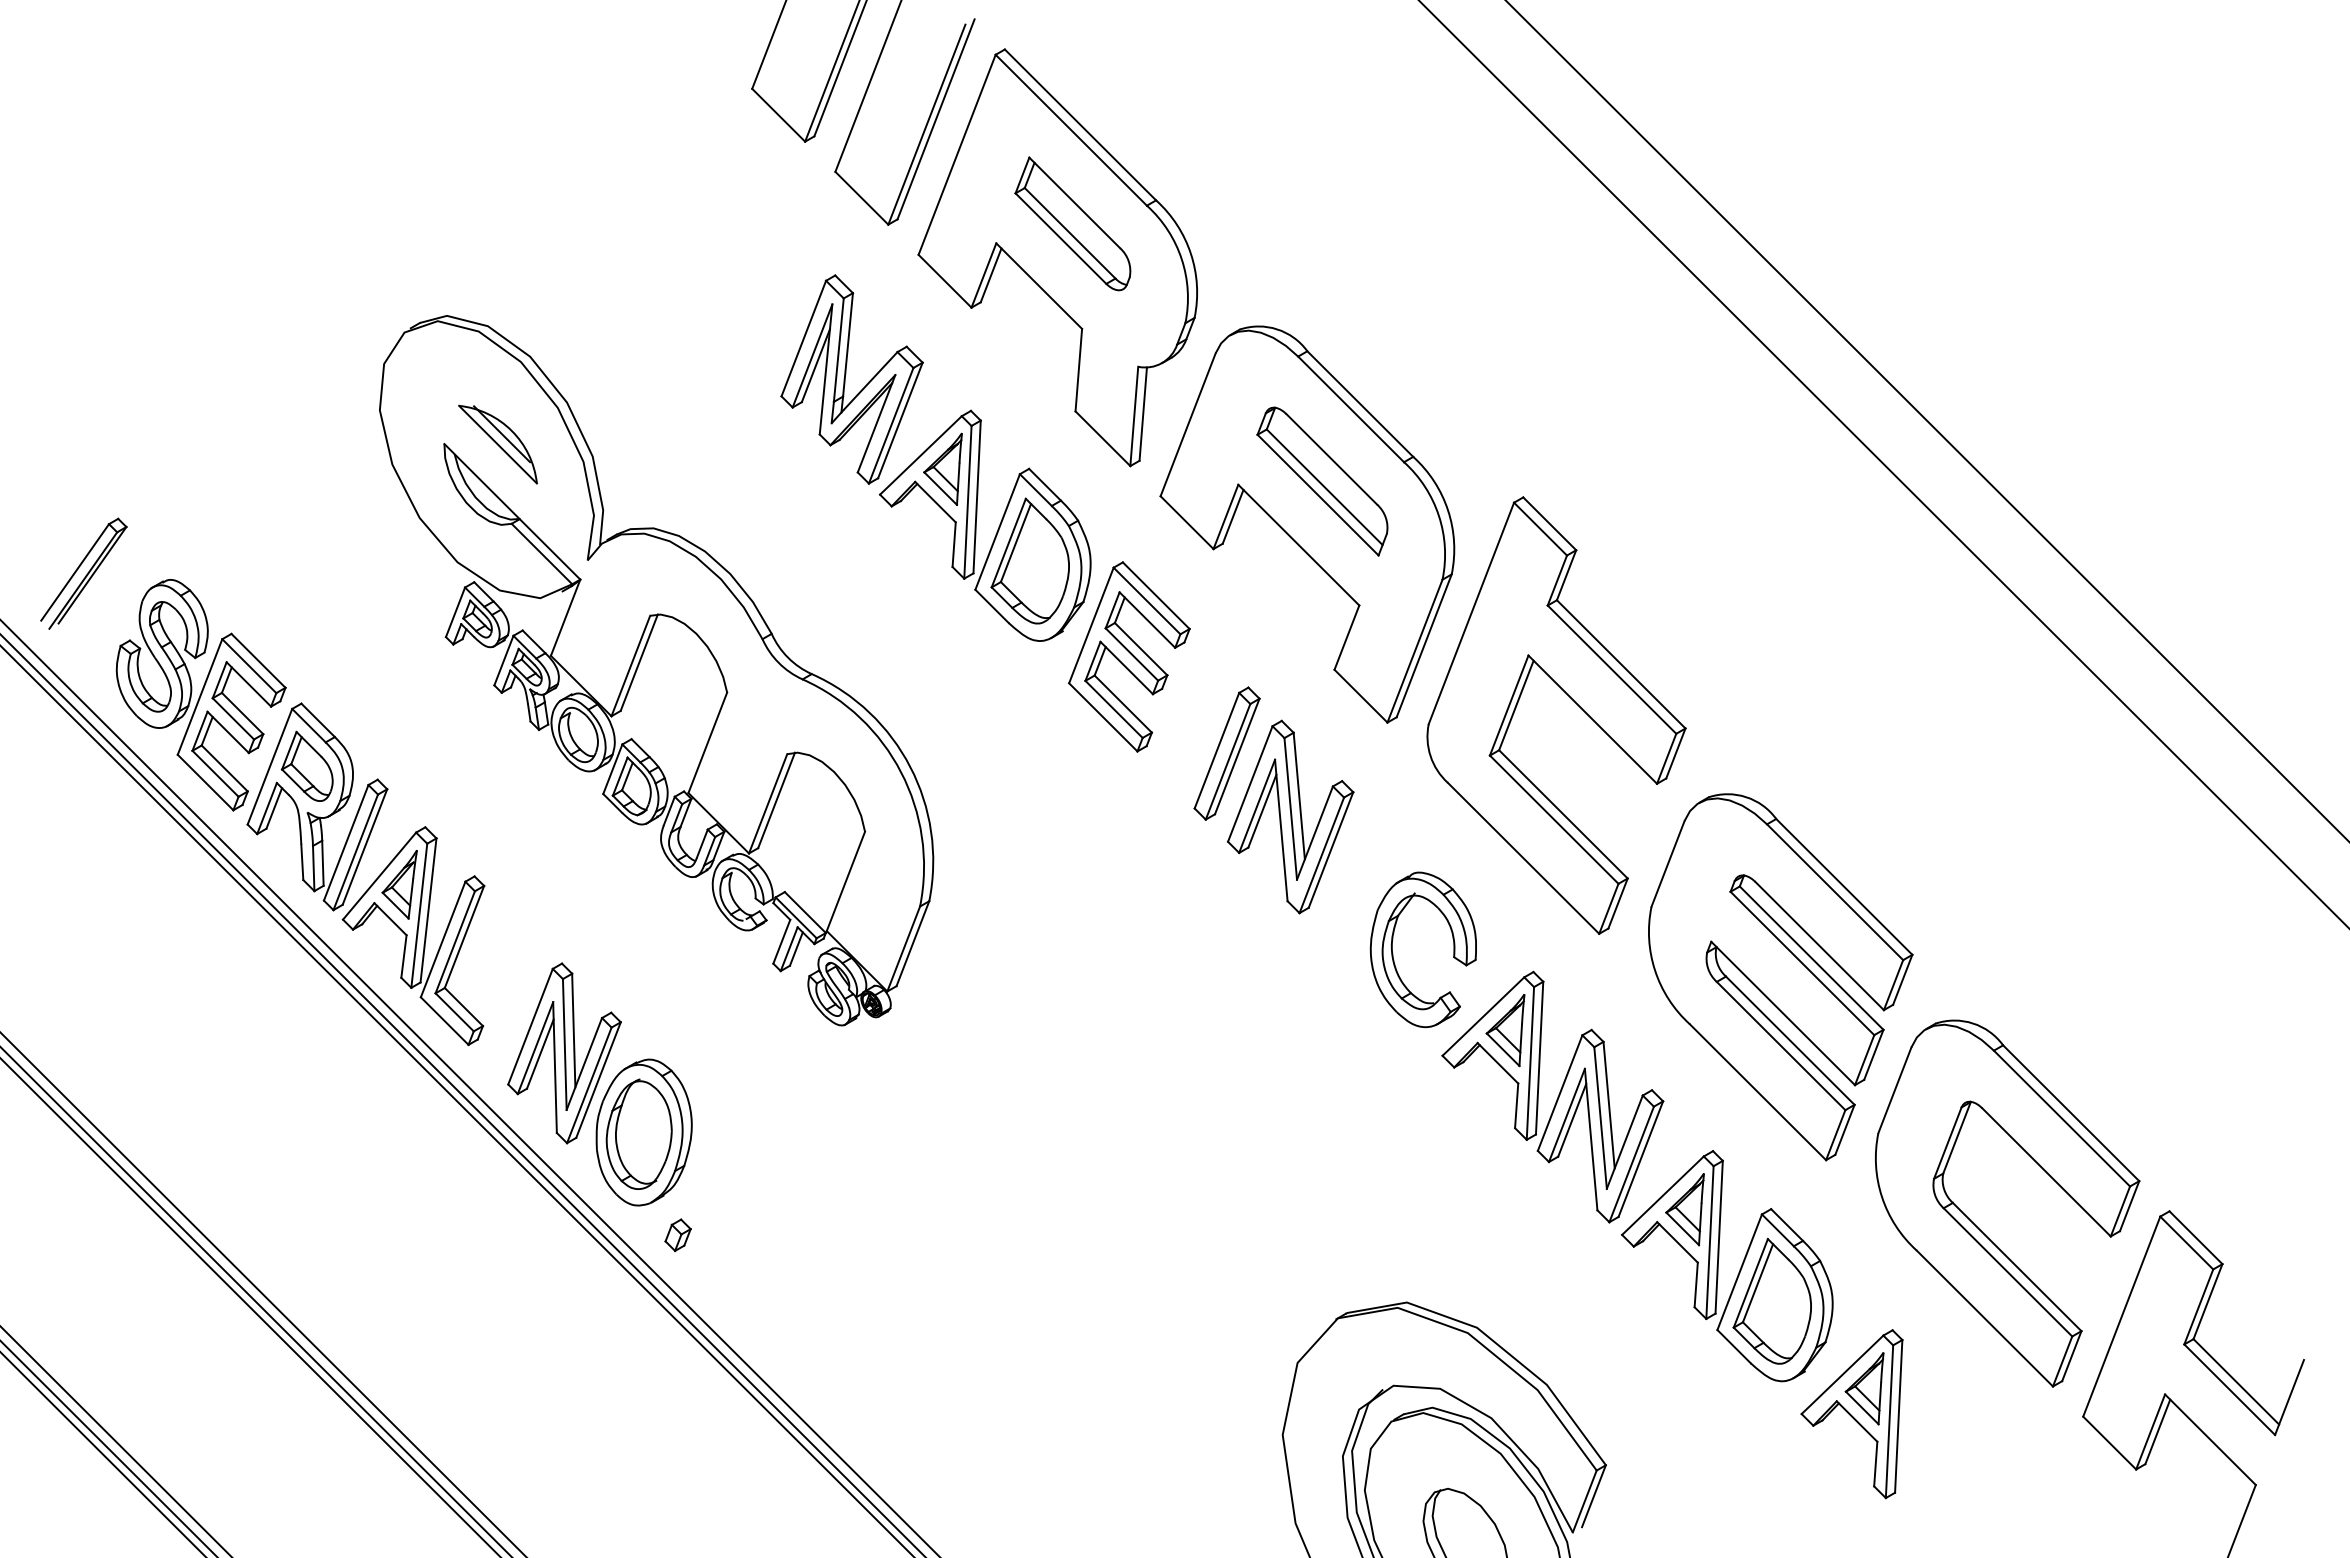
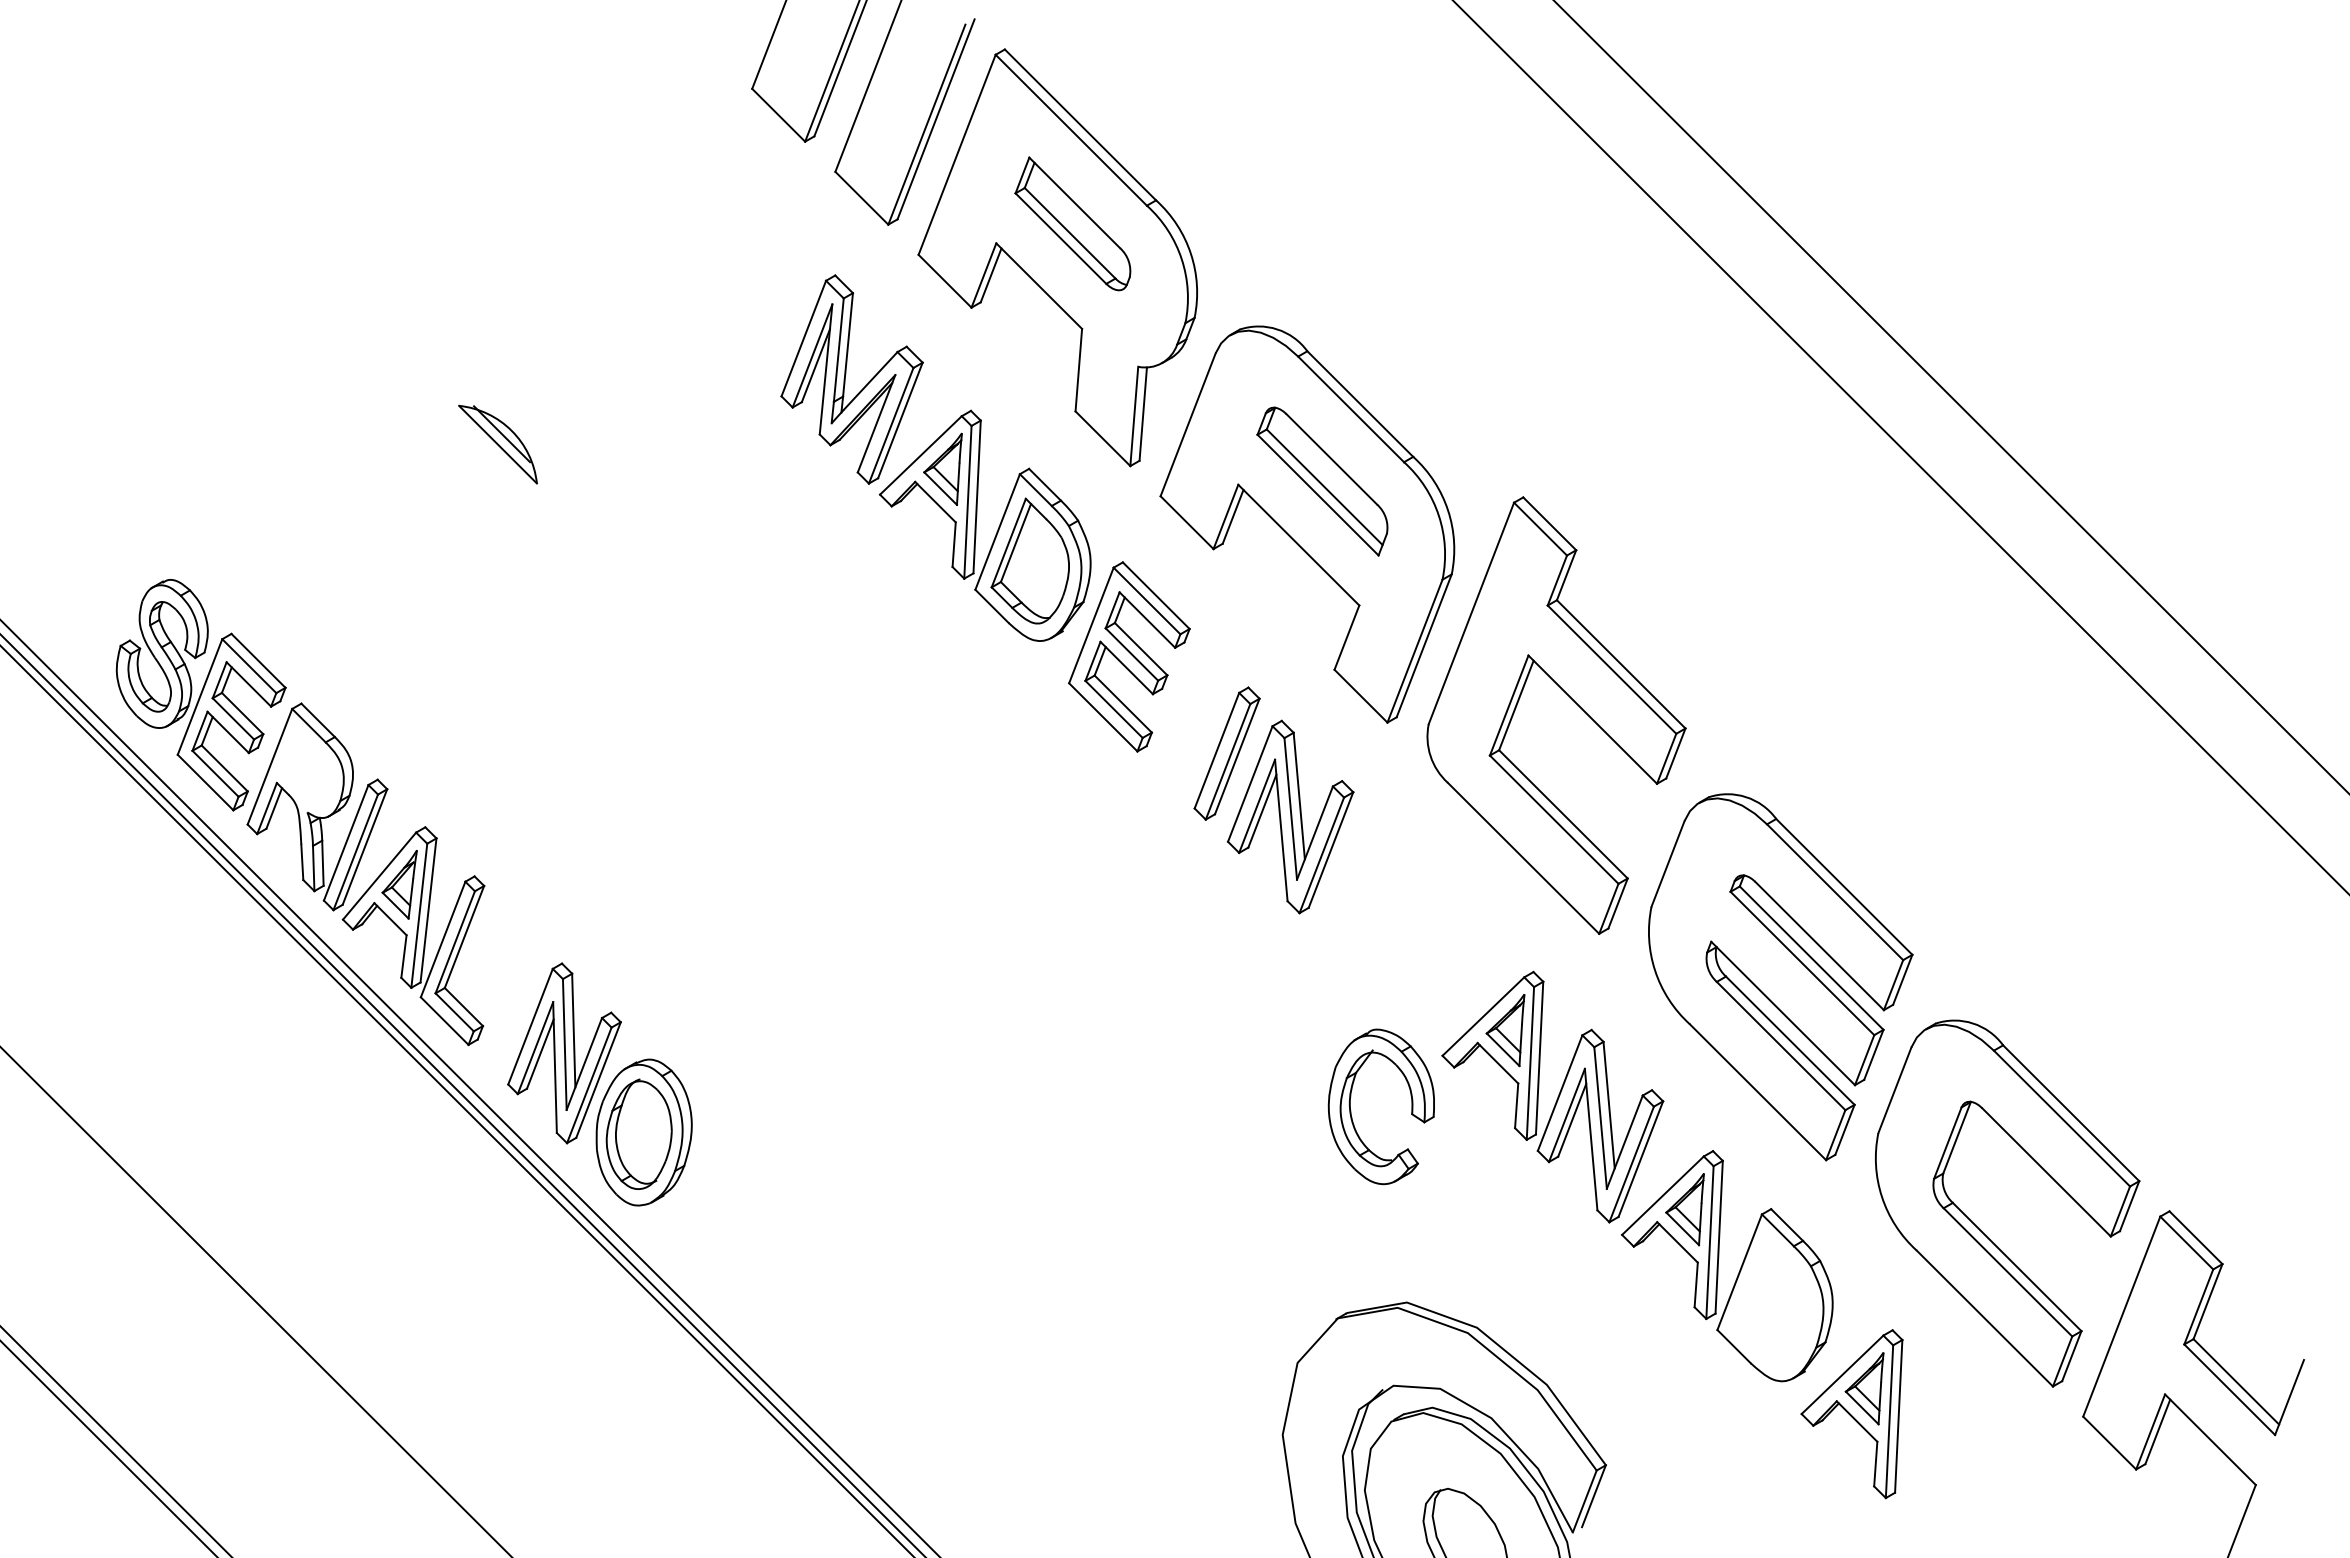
line at (1926, 420) position: (1926, 420) -> (1950, 396)
line at (1883, 464) position: (1883, 464) -> (1900, 447)
part at (83, 573): present -> none
part at (639, 665): present -> none
part at (306, 765): present -> none
part at (1393, 953) position: (1393, 953) -> (1351, 1110)
part at (677, 1235): present -> none
line at (263, 1294): present -> none
part at (1771, 1300): present -> none
line at (250, 1307): present -> none
line at (102, 1453): present -> none
